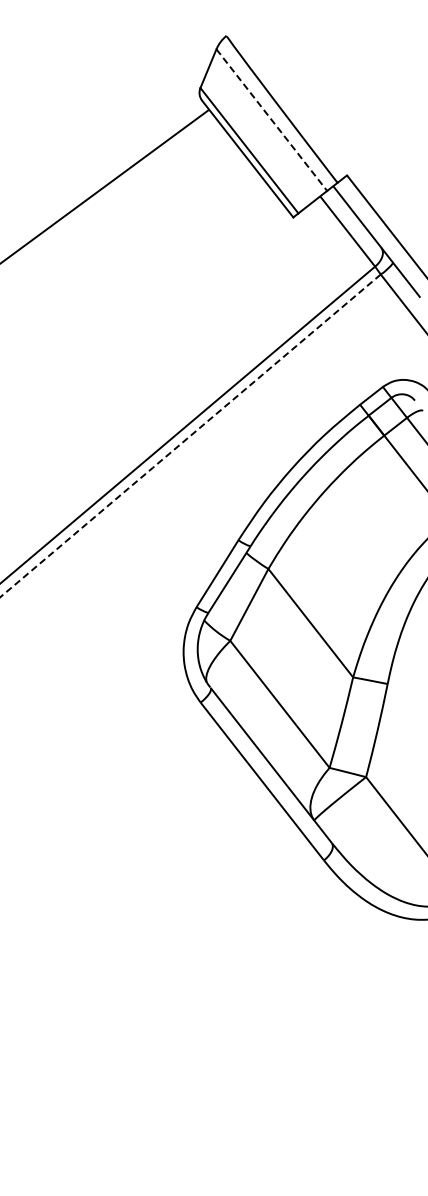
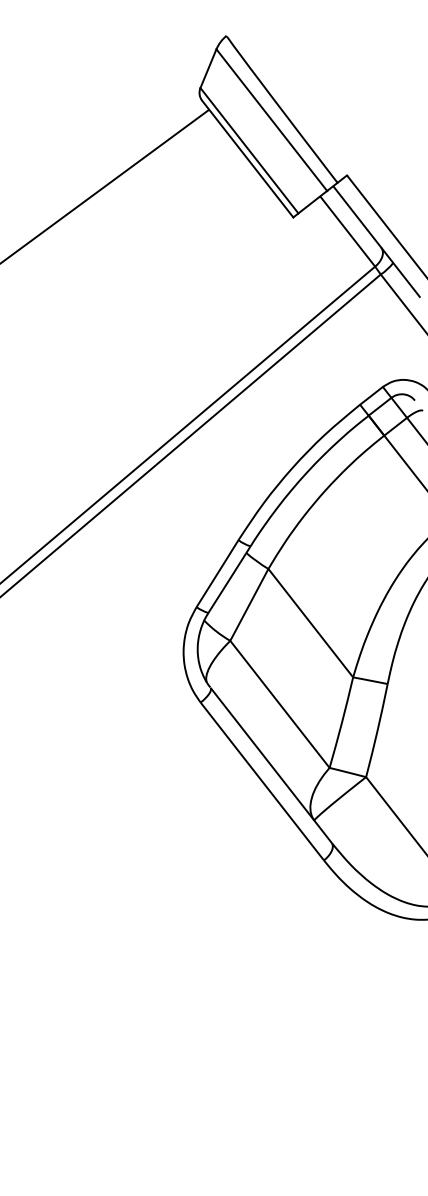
line at (271, 120): dashed -> solid
line at (190, 436): dashed -> solid
